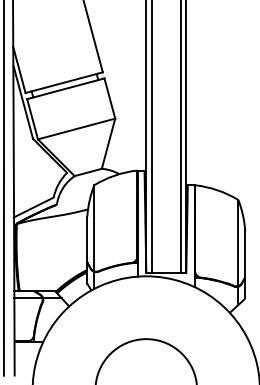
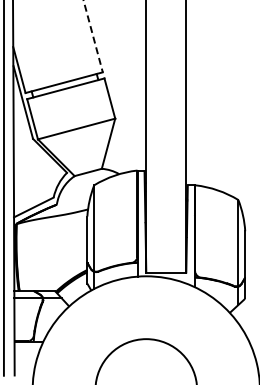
line at (93, 36): solid -> dashed
line at (151, 137): present -> none
line at (181, 137): present -> none
